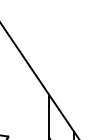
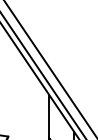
line at (49, 68): none -> present
line at (43, 75): none -> present
